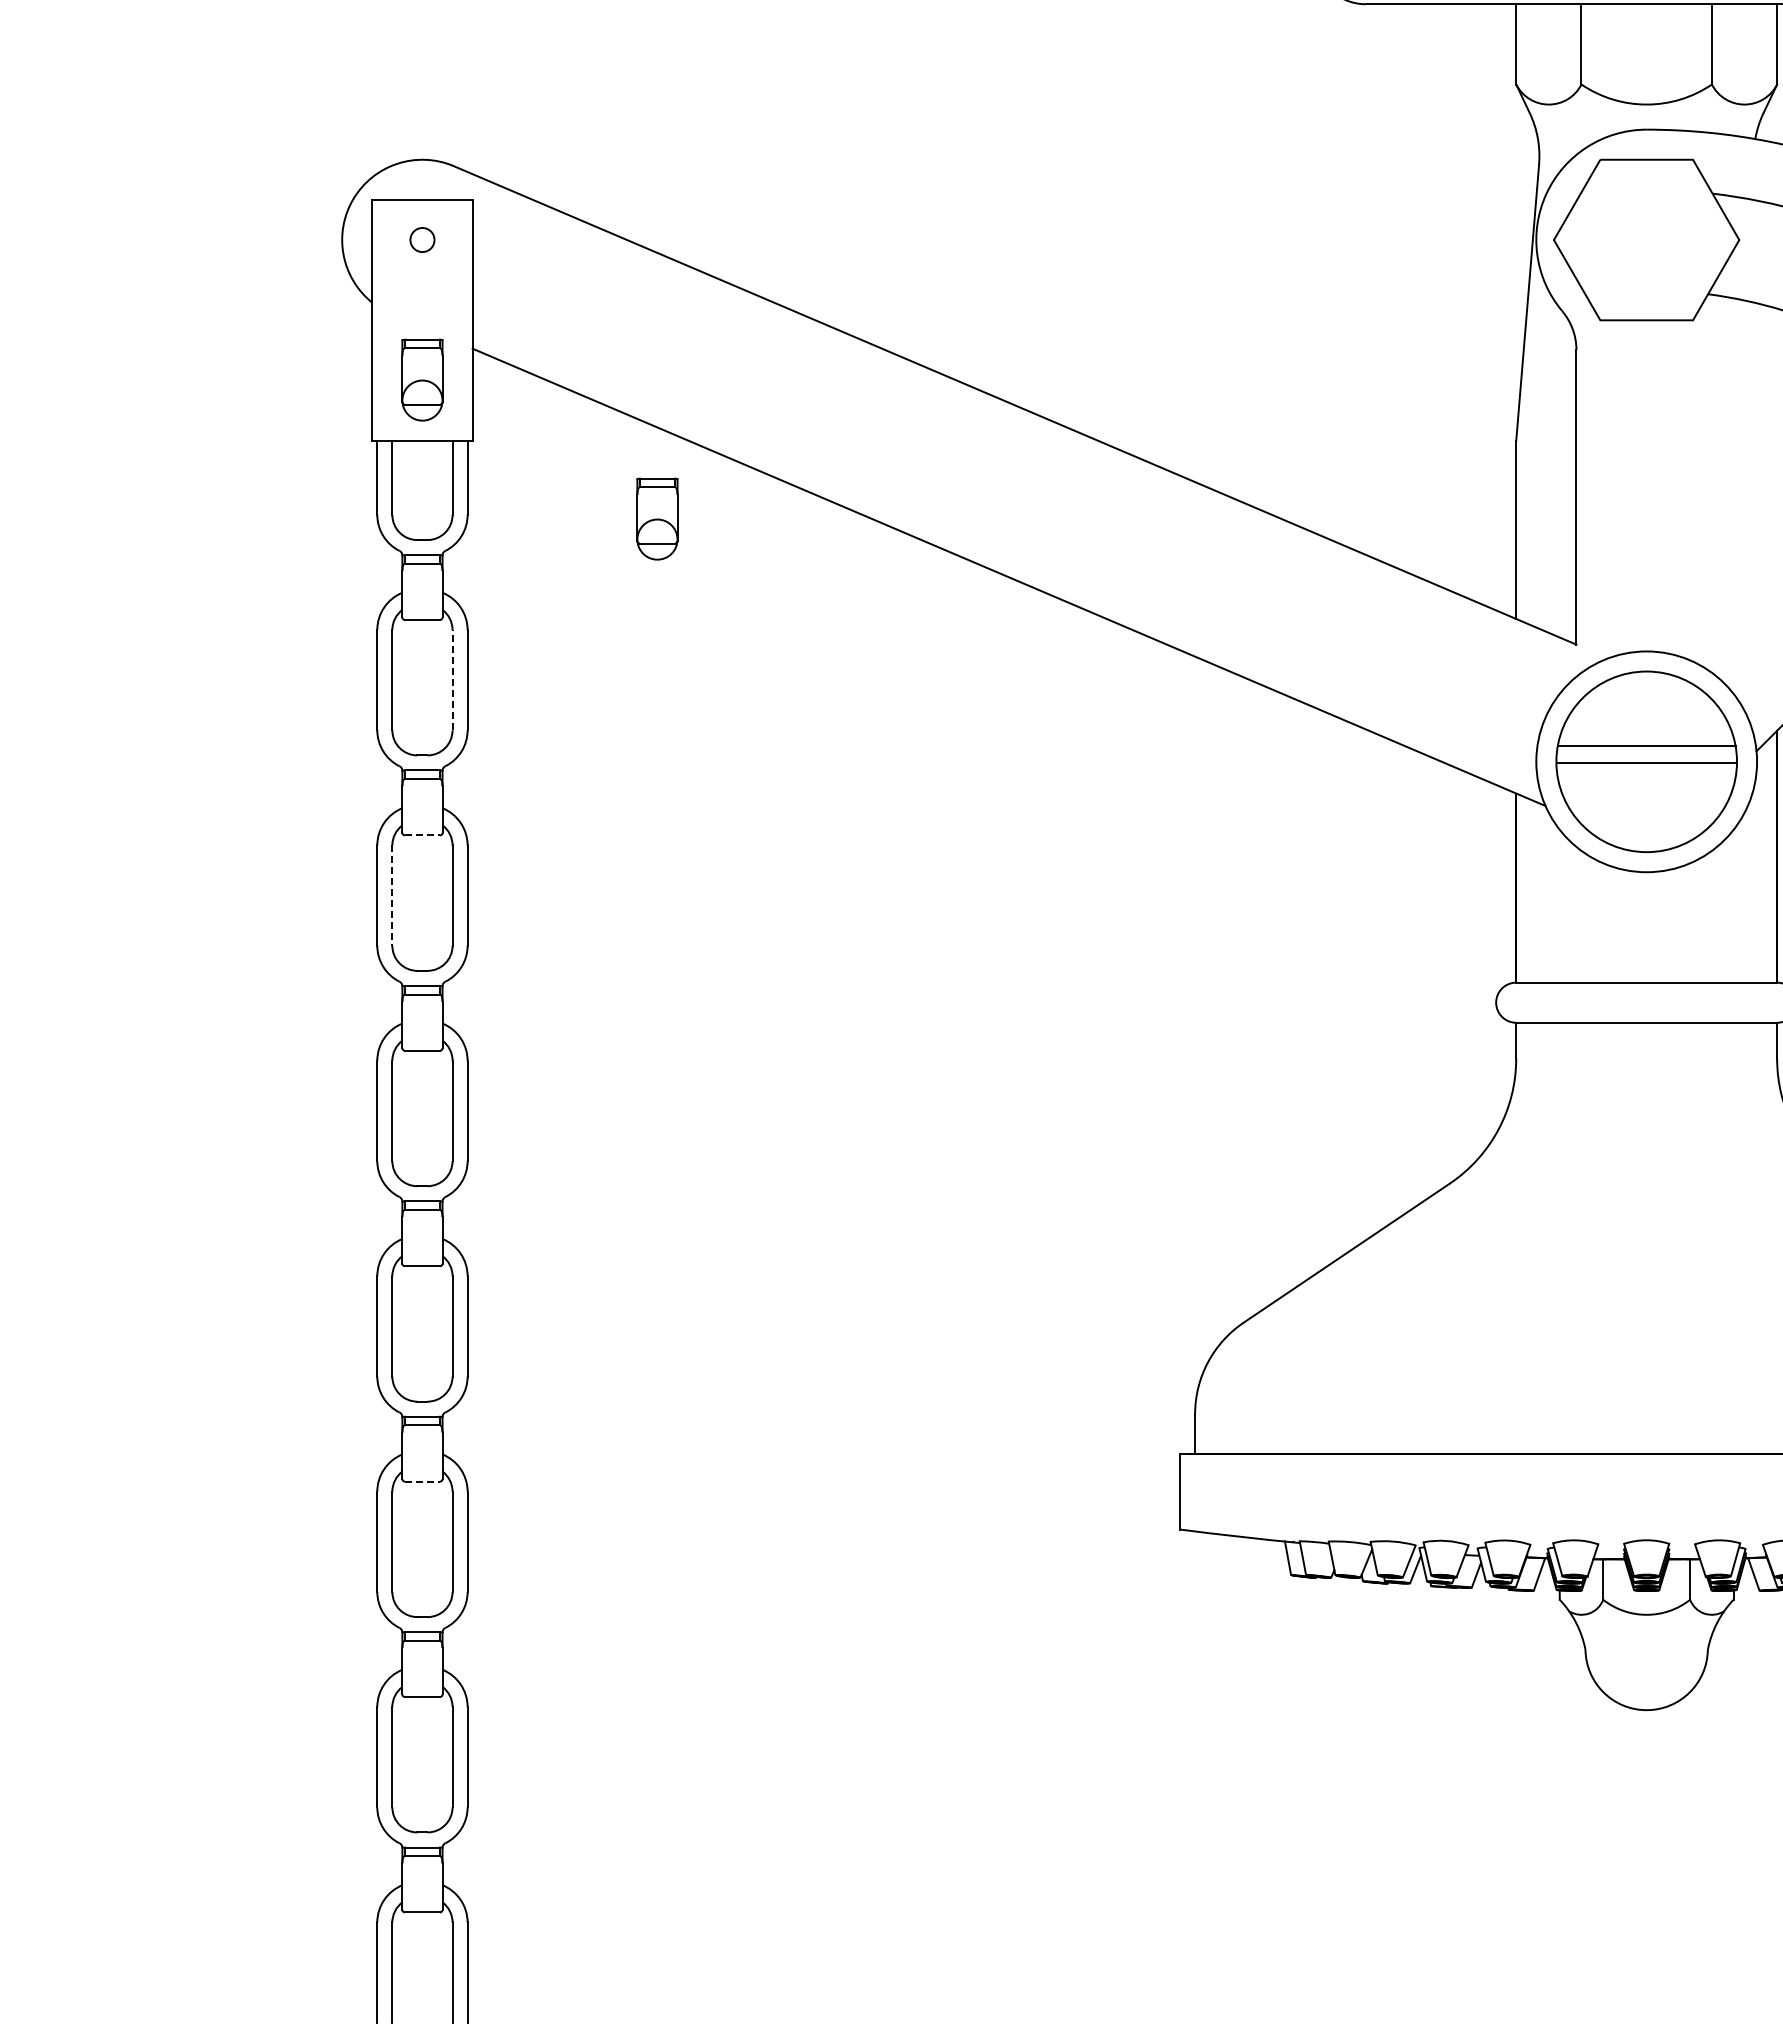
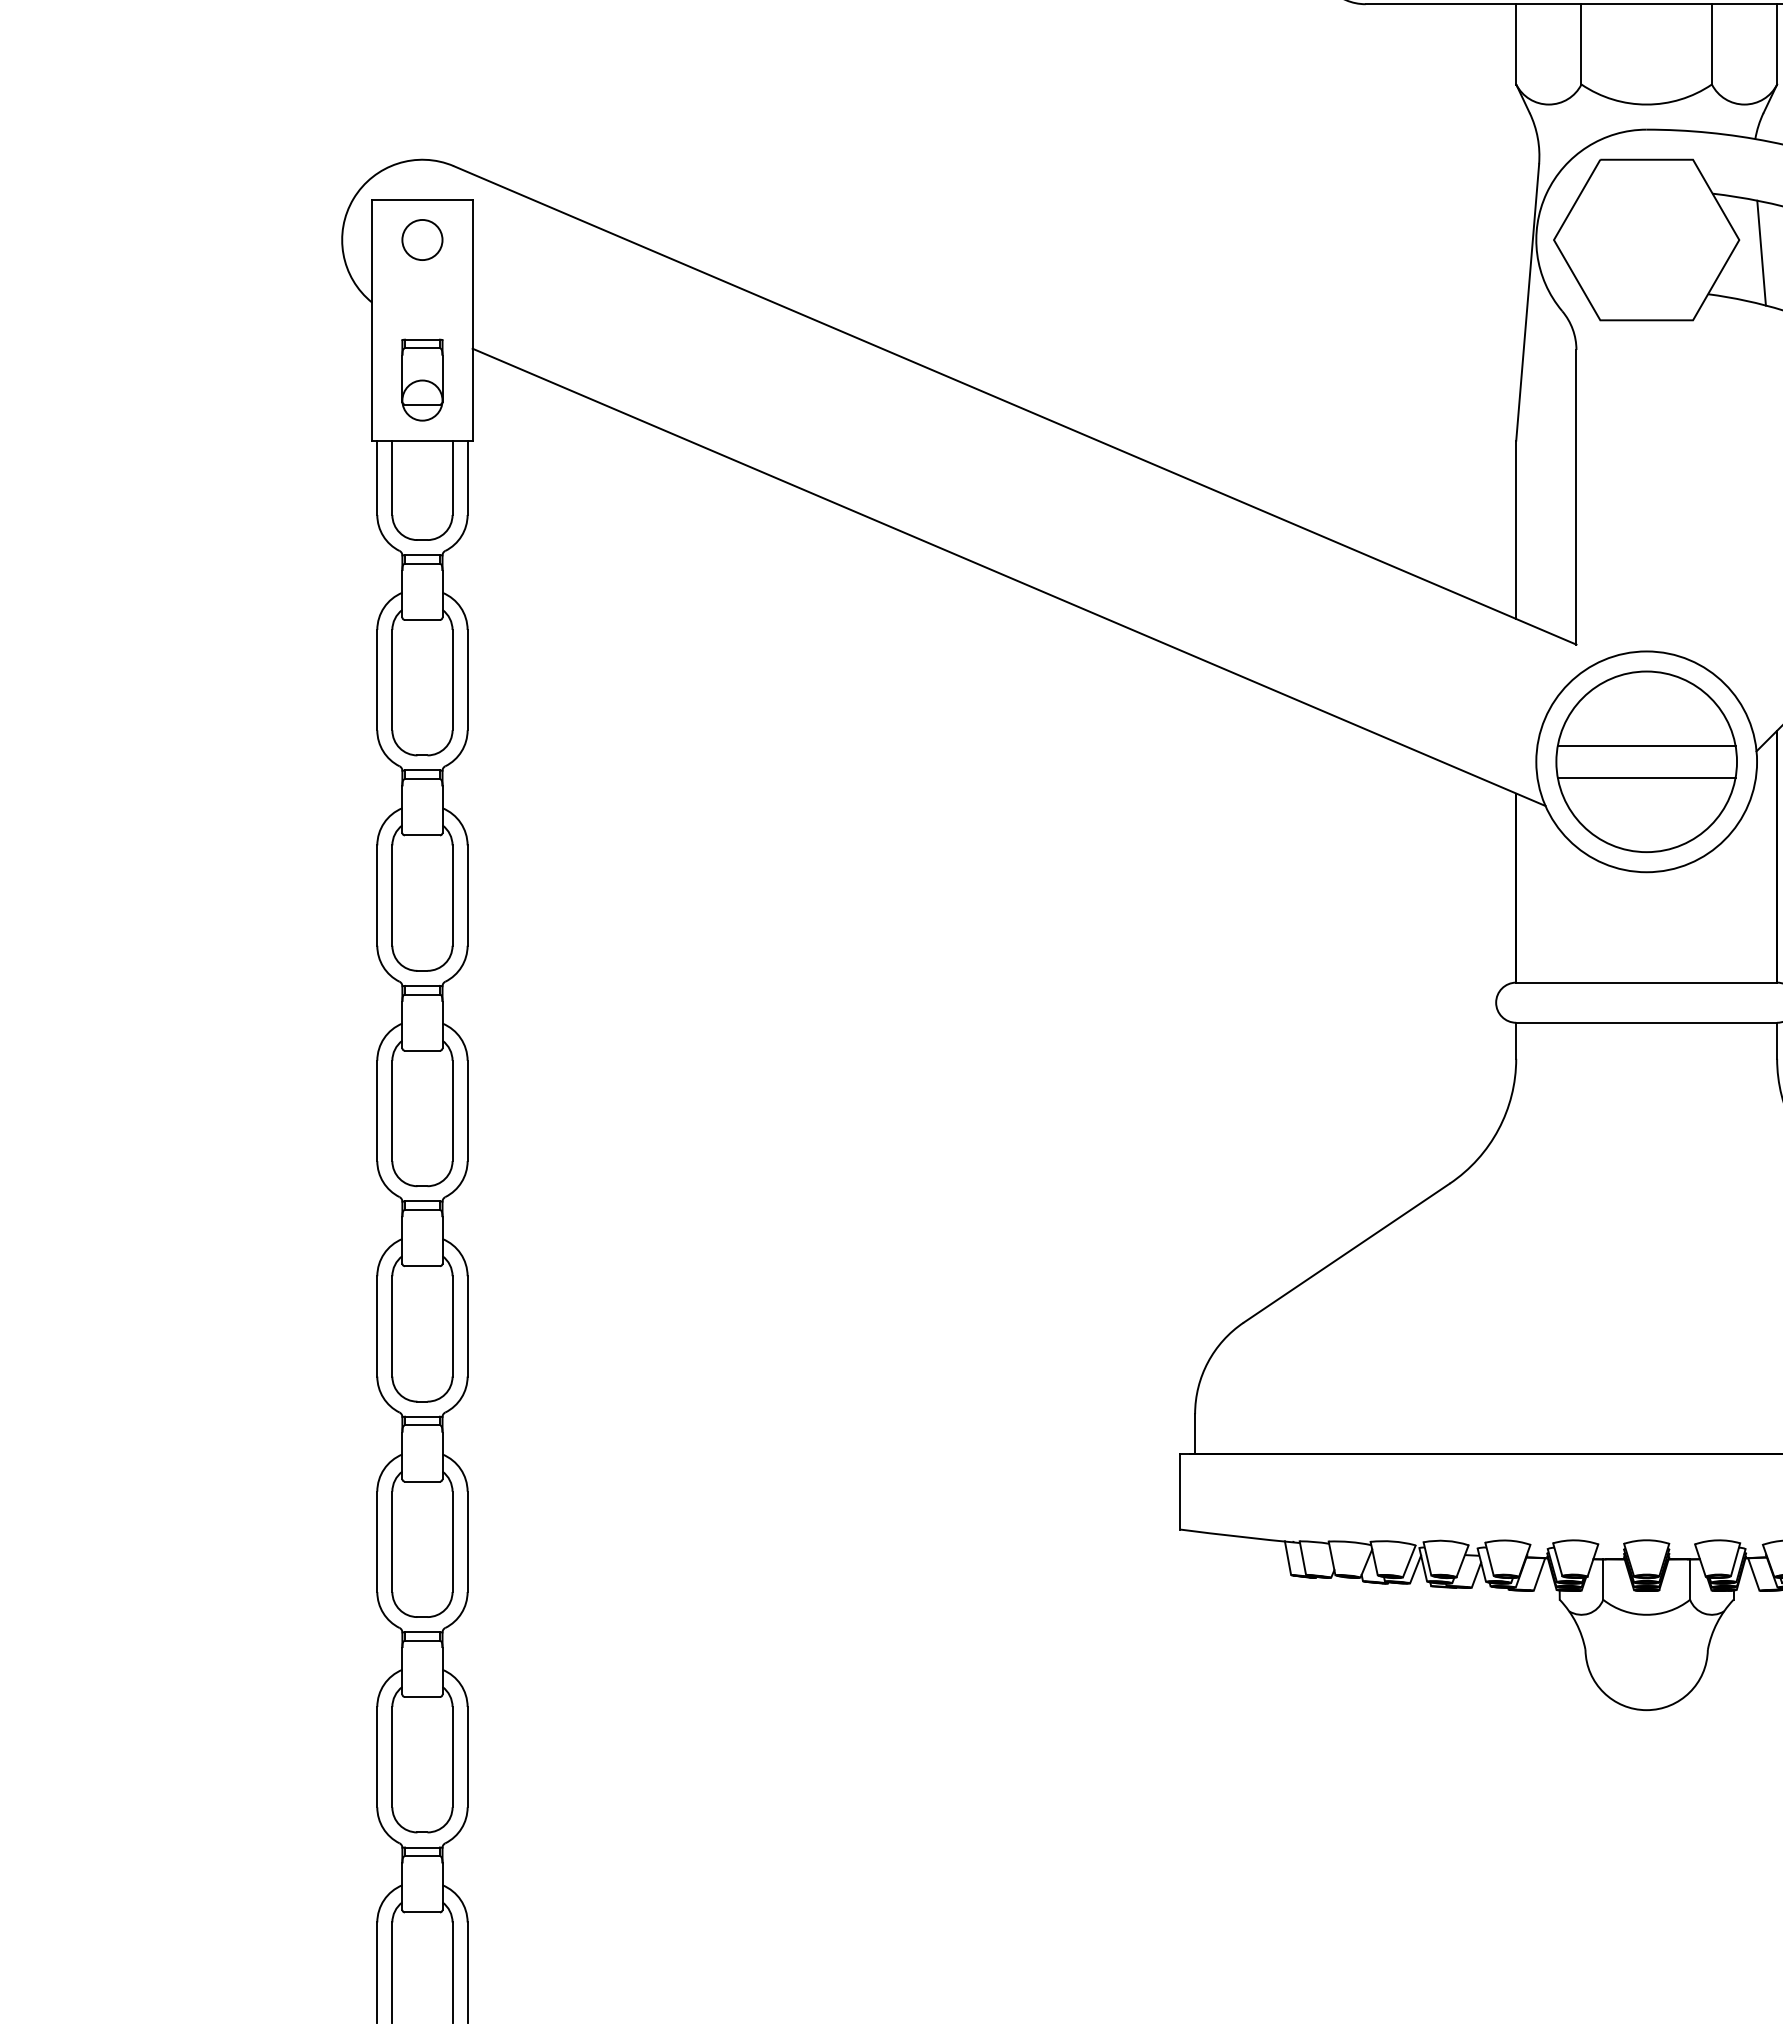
circle at (422, 239) size: 27x26 px -> 43x42 px
line at (1761, 252): none -> present
part at (657, 518): present -> none
line at (452, 679): dashed -> solid
line at (1646, 762) position: (1646, 762) -> (1646, 777)
line at (422, 835): dashed -> solid
line at (392, 896): dashed -> solid
line at (422, 1481): dashed -> solid
